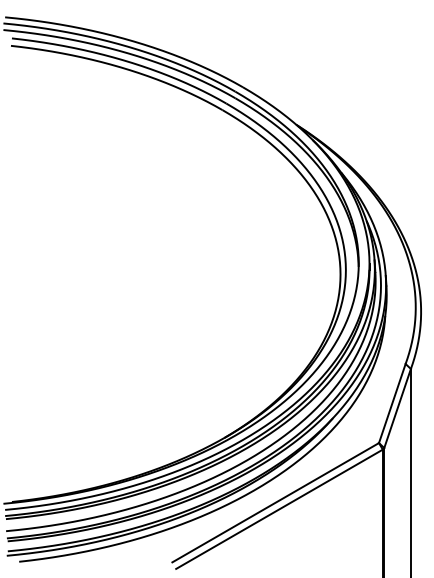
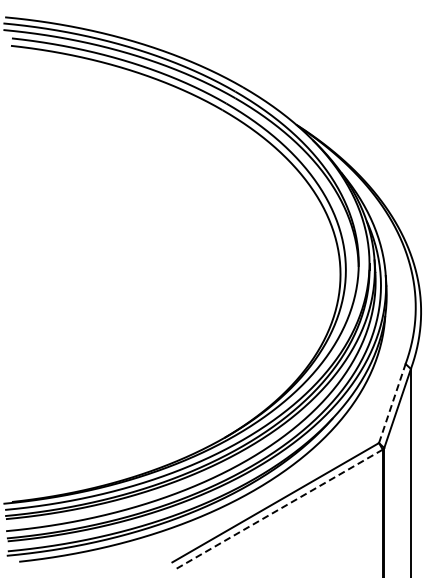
line at (392, 403): solid -> dashed
line at (279, 509): solid -> dashed
